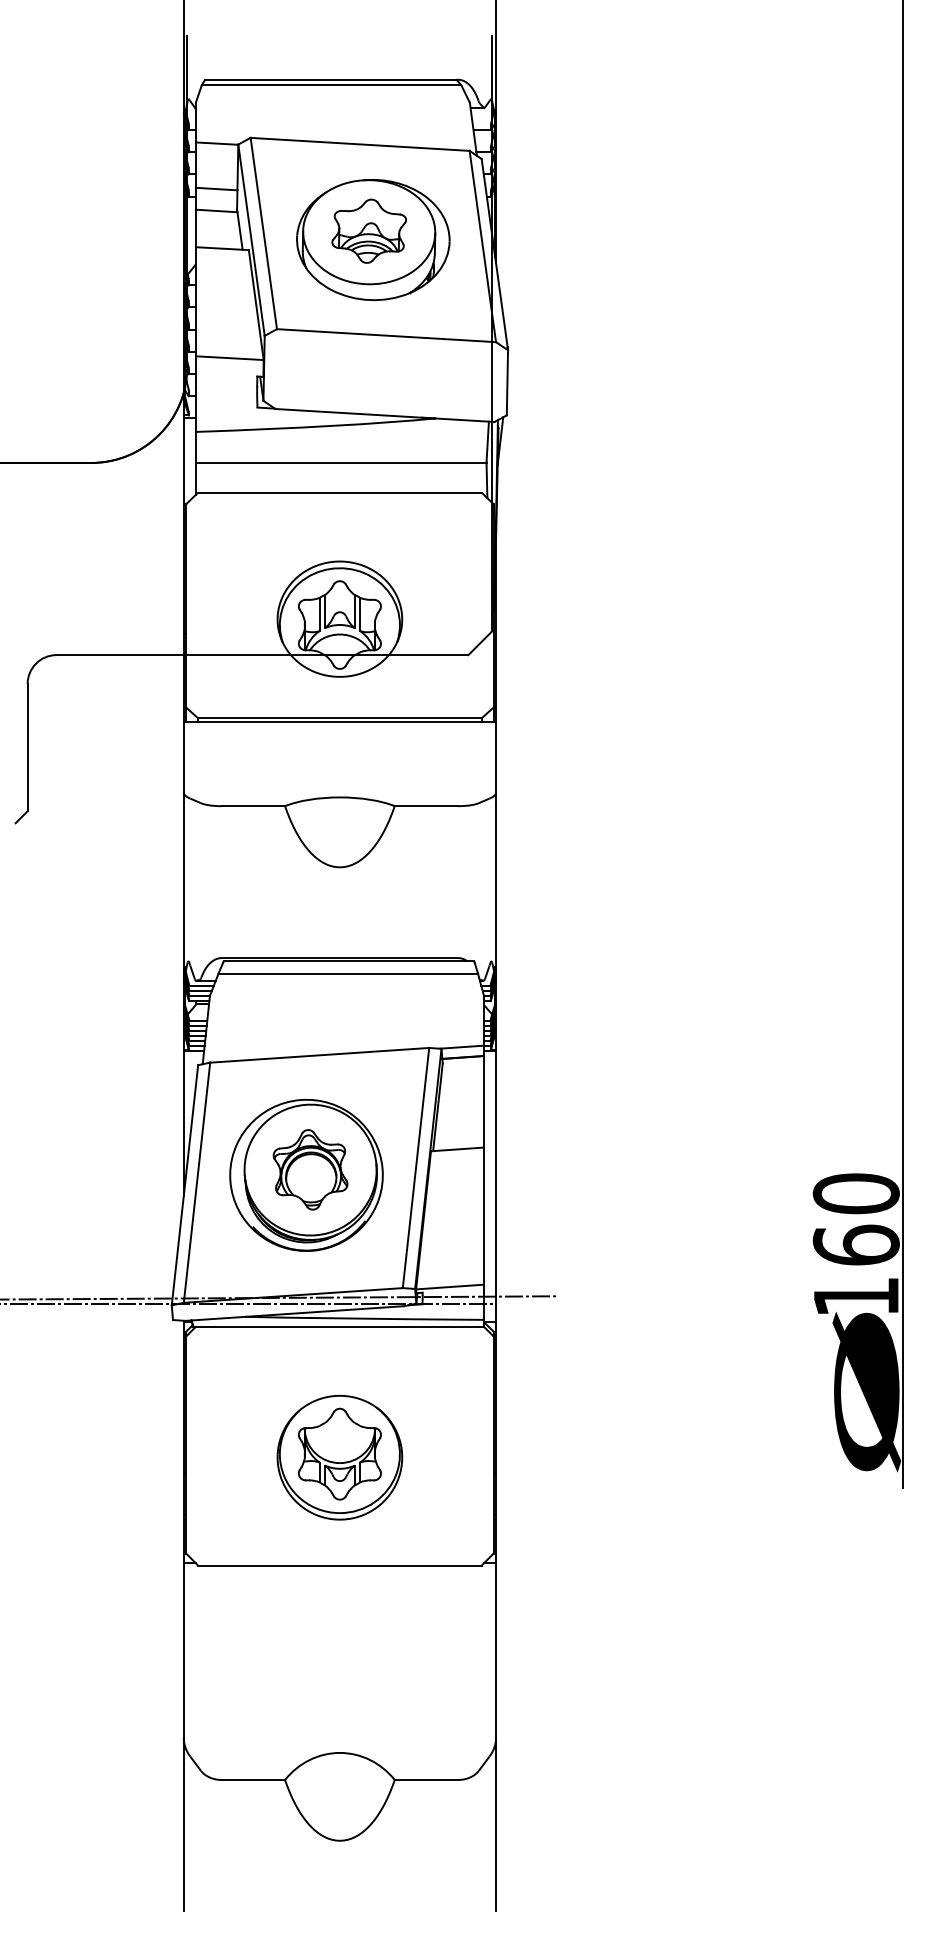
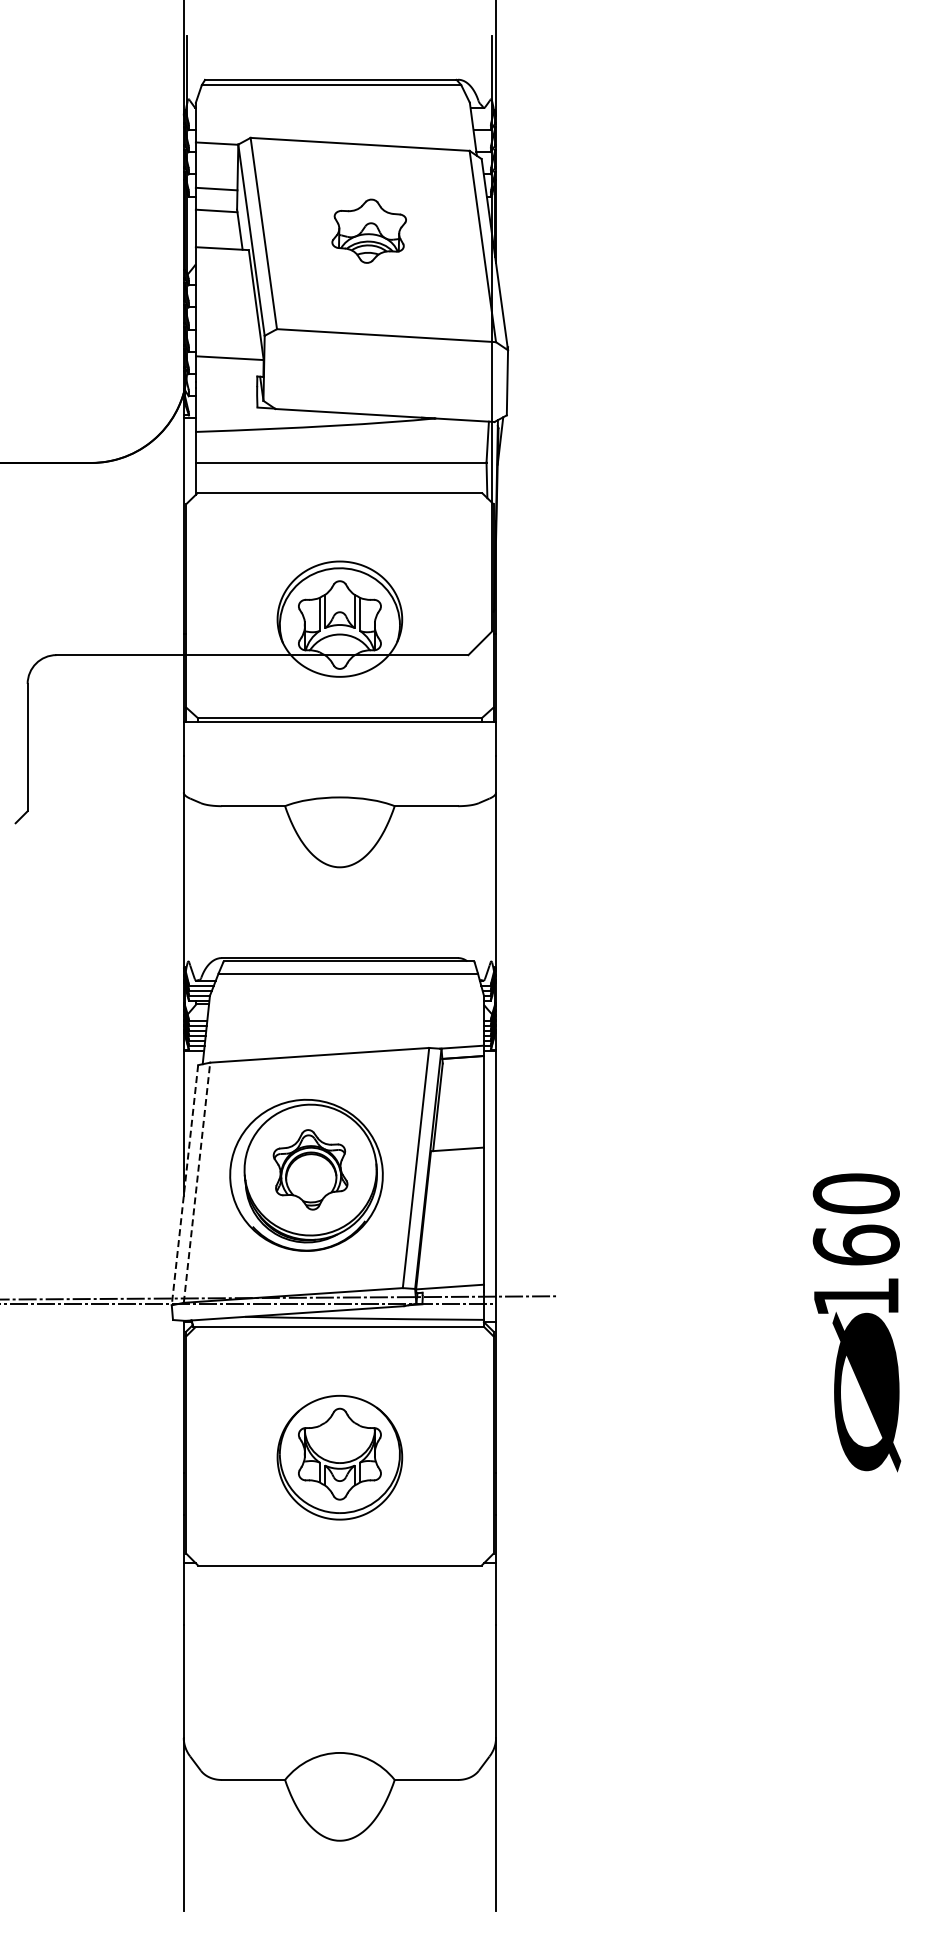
part at (373, 240): present -> none
line at (902, 745): present -> none
line at (197, 1182): solid -> dashed
line at (184, 1185): solid -> dashed
